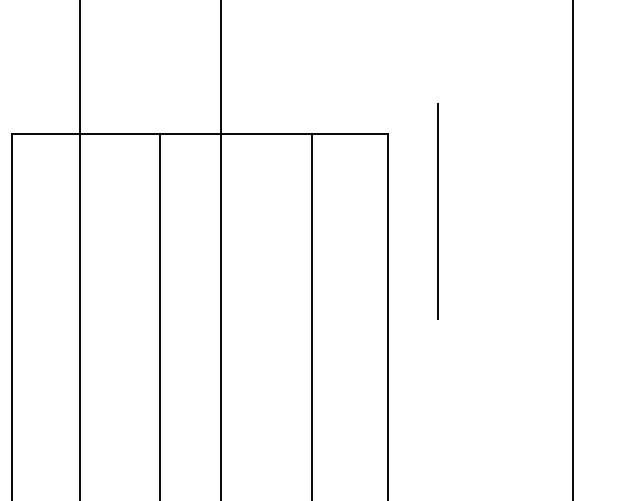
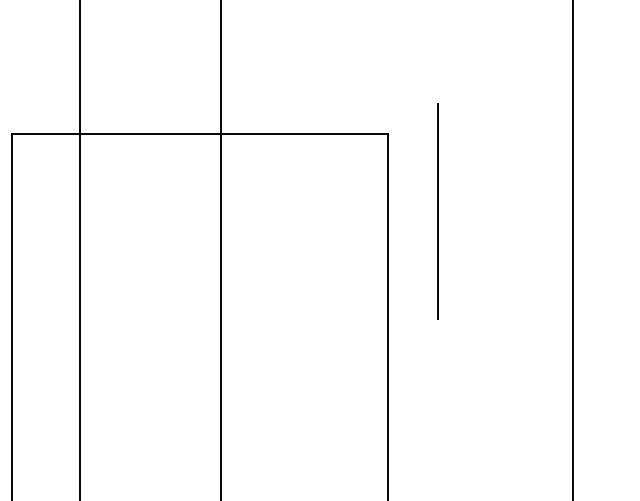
line at (160, 315): present -> none
line at (311, 315): present -> none
